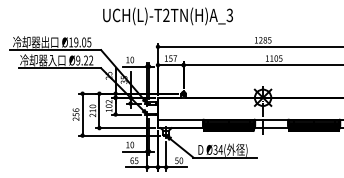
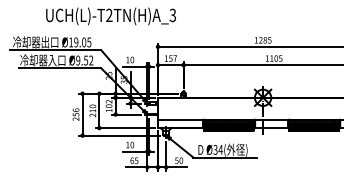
text at (167, 16) position: (167, 16) -> (110, 16)
text at (86, 60): Ø9.22 -> Ø9.52
